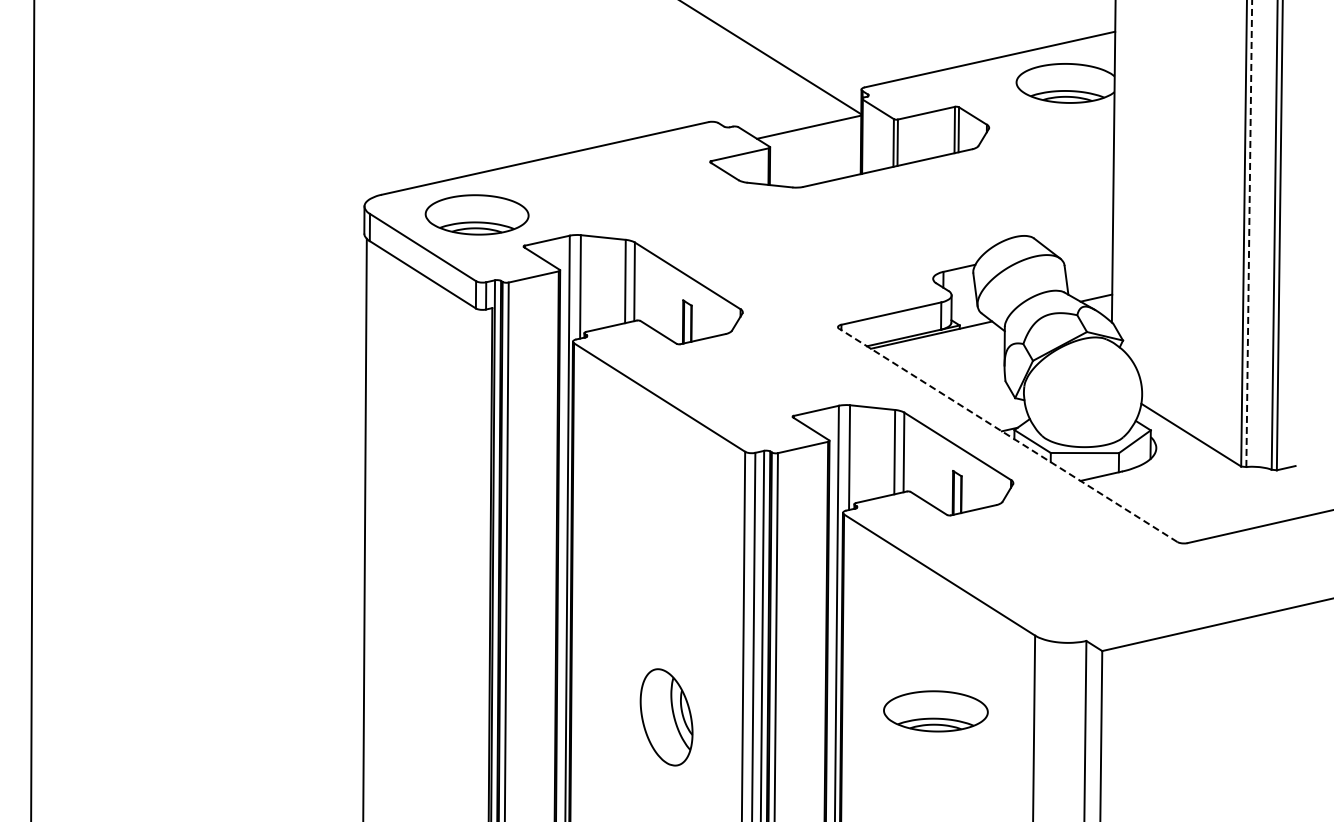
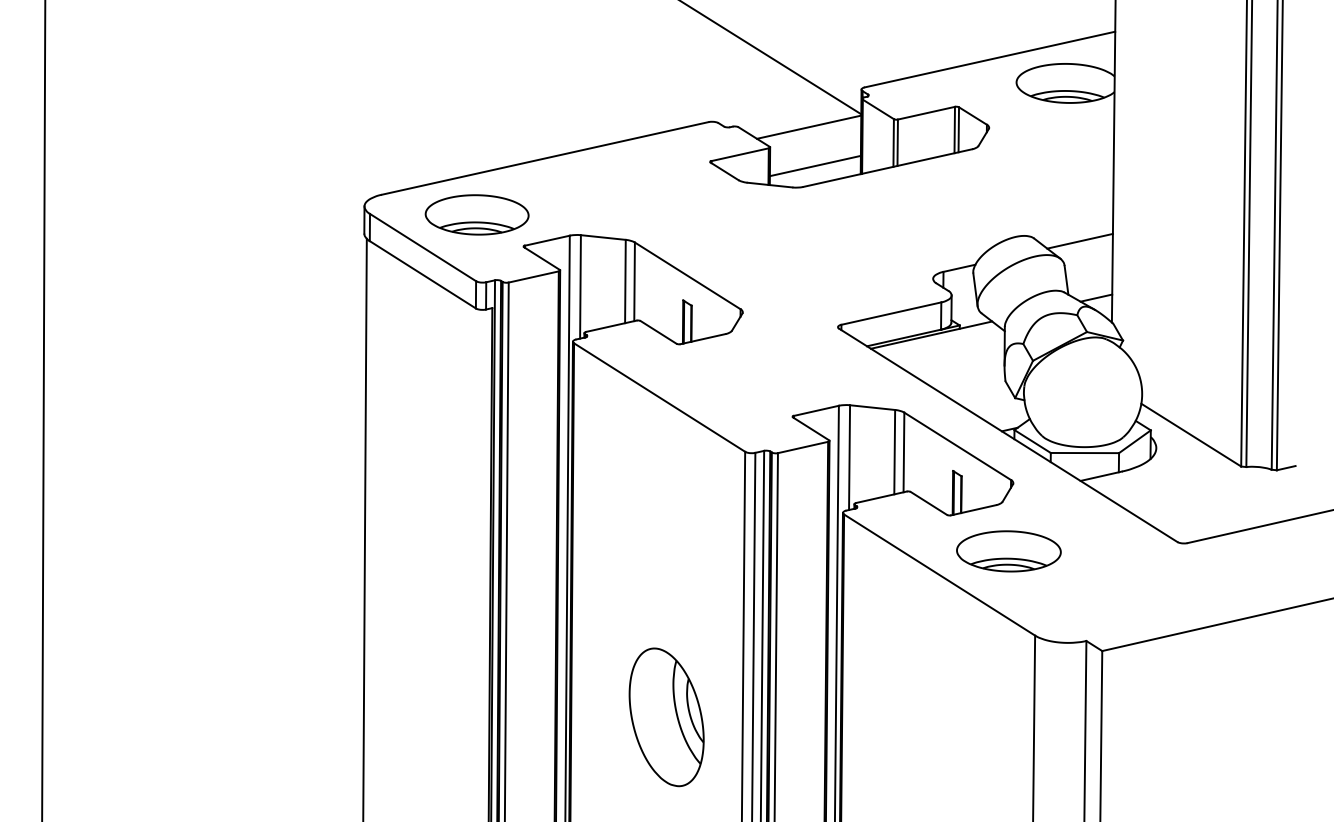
line at (814, 165): none -> present
line at (1249, 234): dashed -> solid
line at (1079, 240): none -> present
line at (32, 410) position: (32, 410) -> (43, 410)
line at (1008, 435): dashed -> solid
part at (935, 711) position: (935, 711) -> (1008, 551)
part at (666, 717) size: 55x99 px -> 77x141 px
